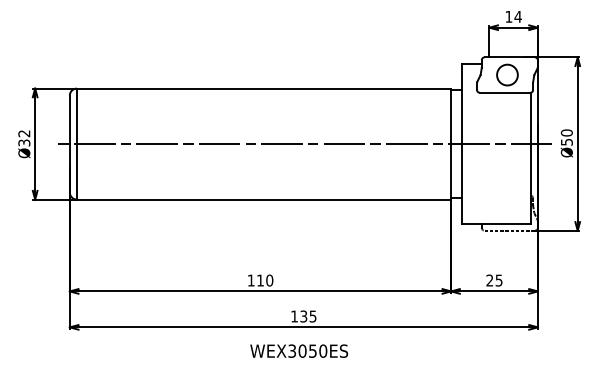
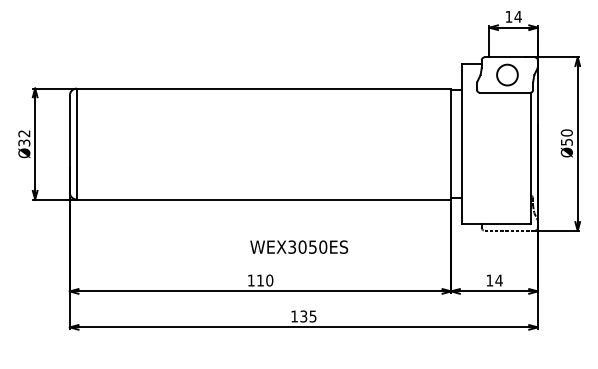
line at (303, 144): present -> none
text at (494, 280): 25 -> 14
text at (299, 350) position: (299, 350) -> (299, 246)
